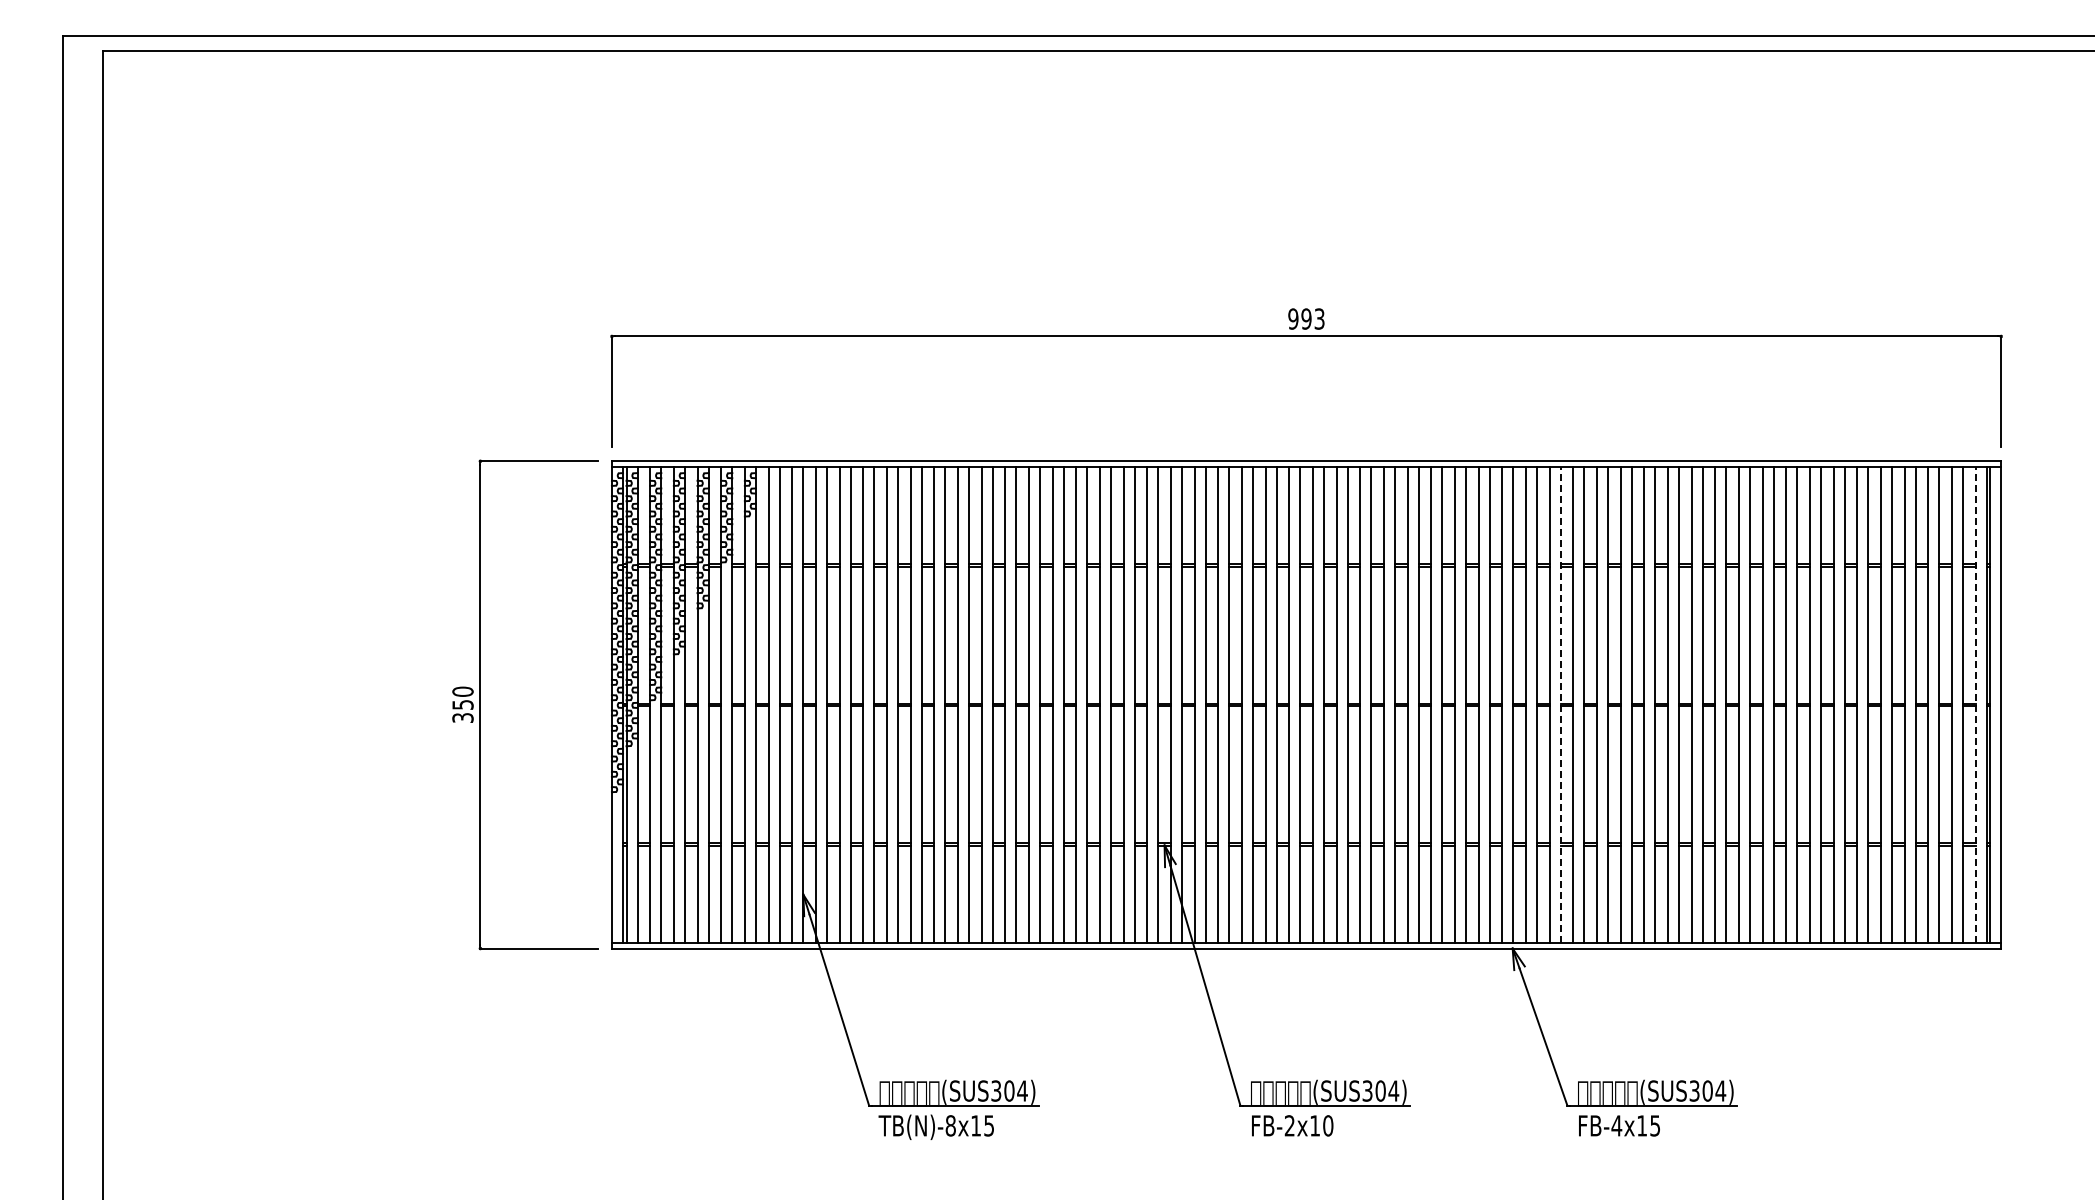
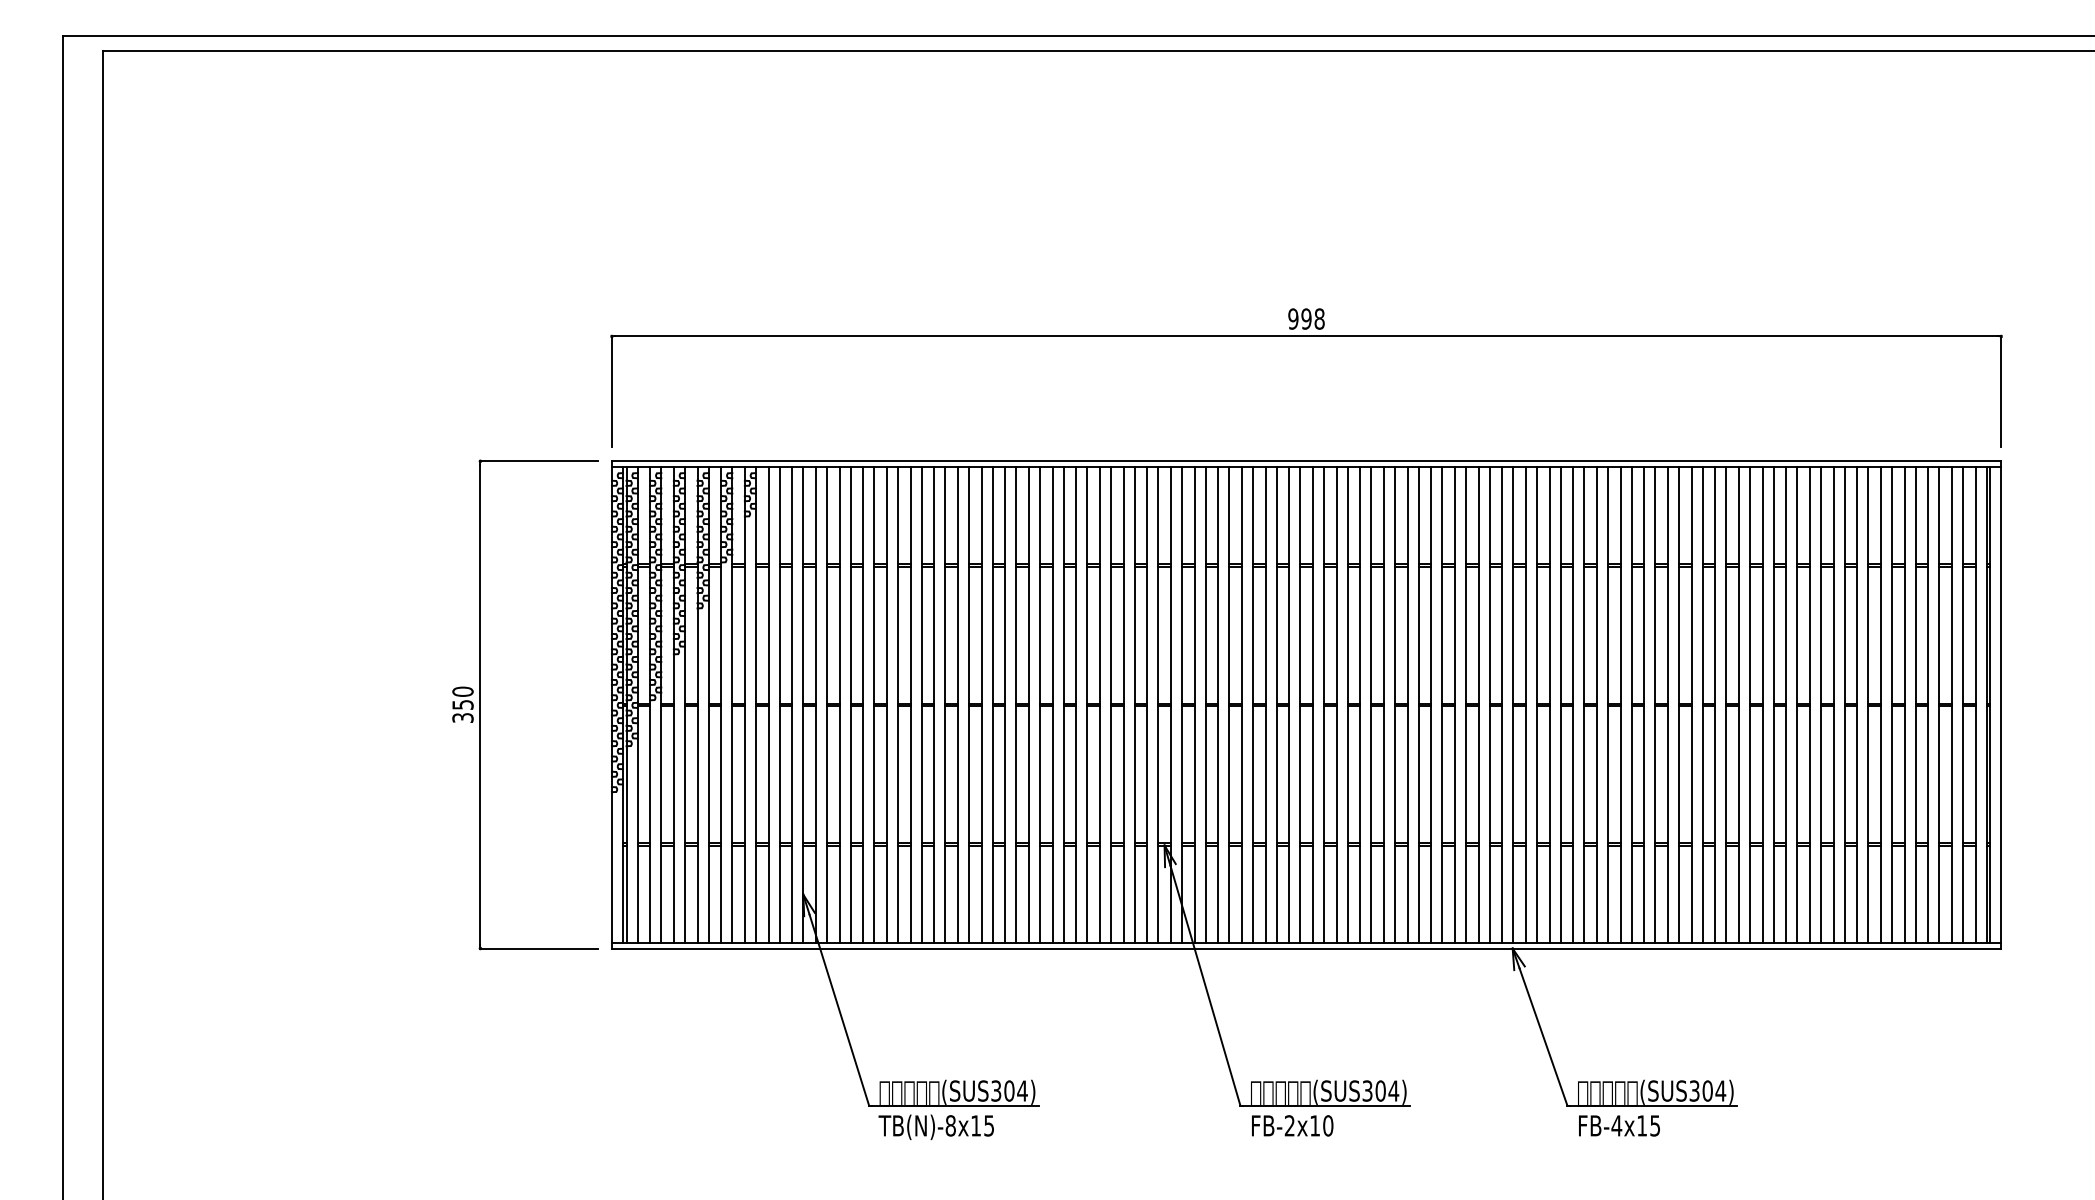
text at (1319, 318): 993 -> 998
line at (1560, 704): dashed -> solid
line at (1975, 704): dashed -> solid
